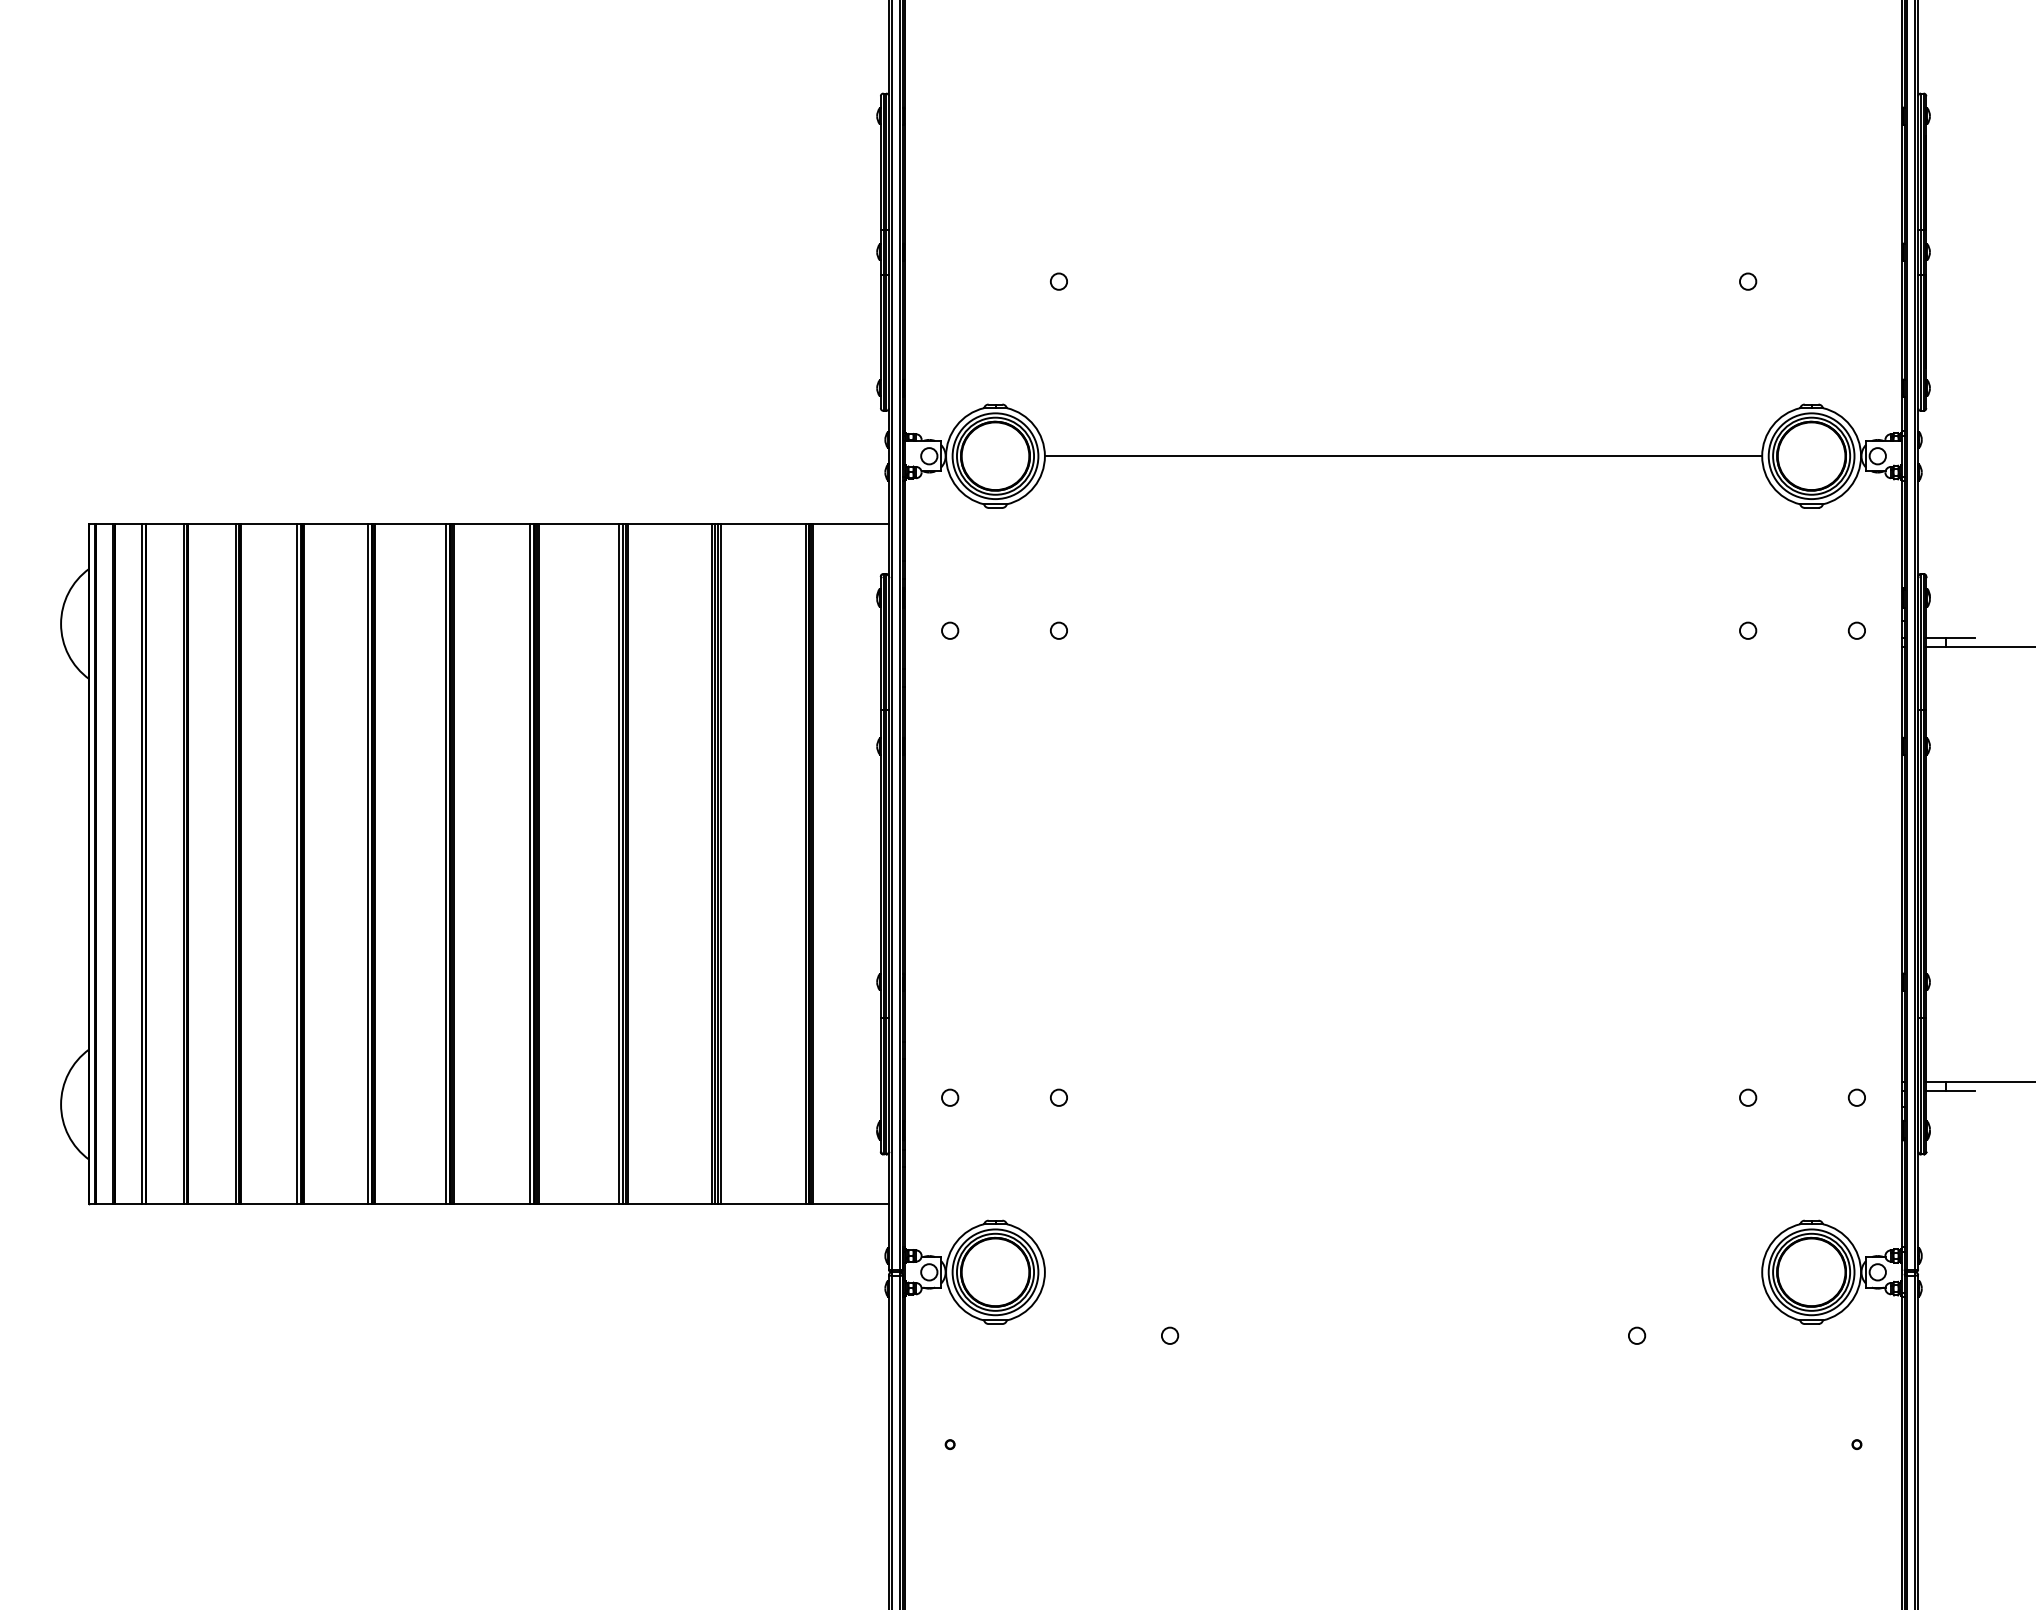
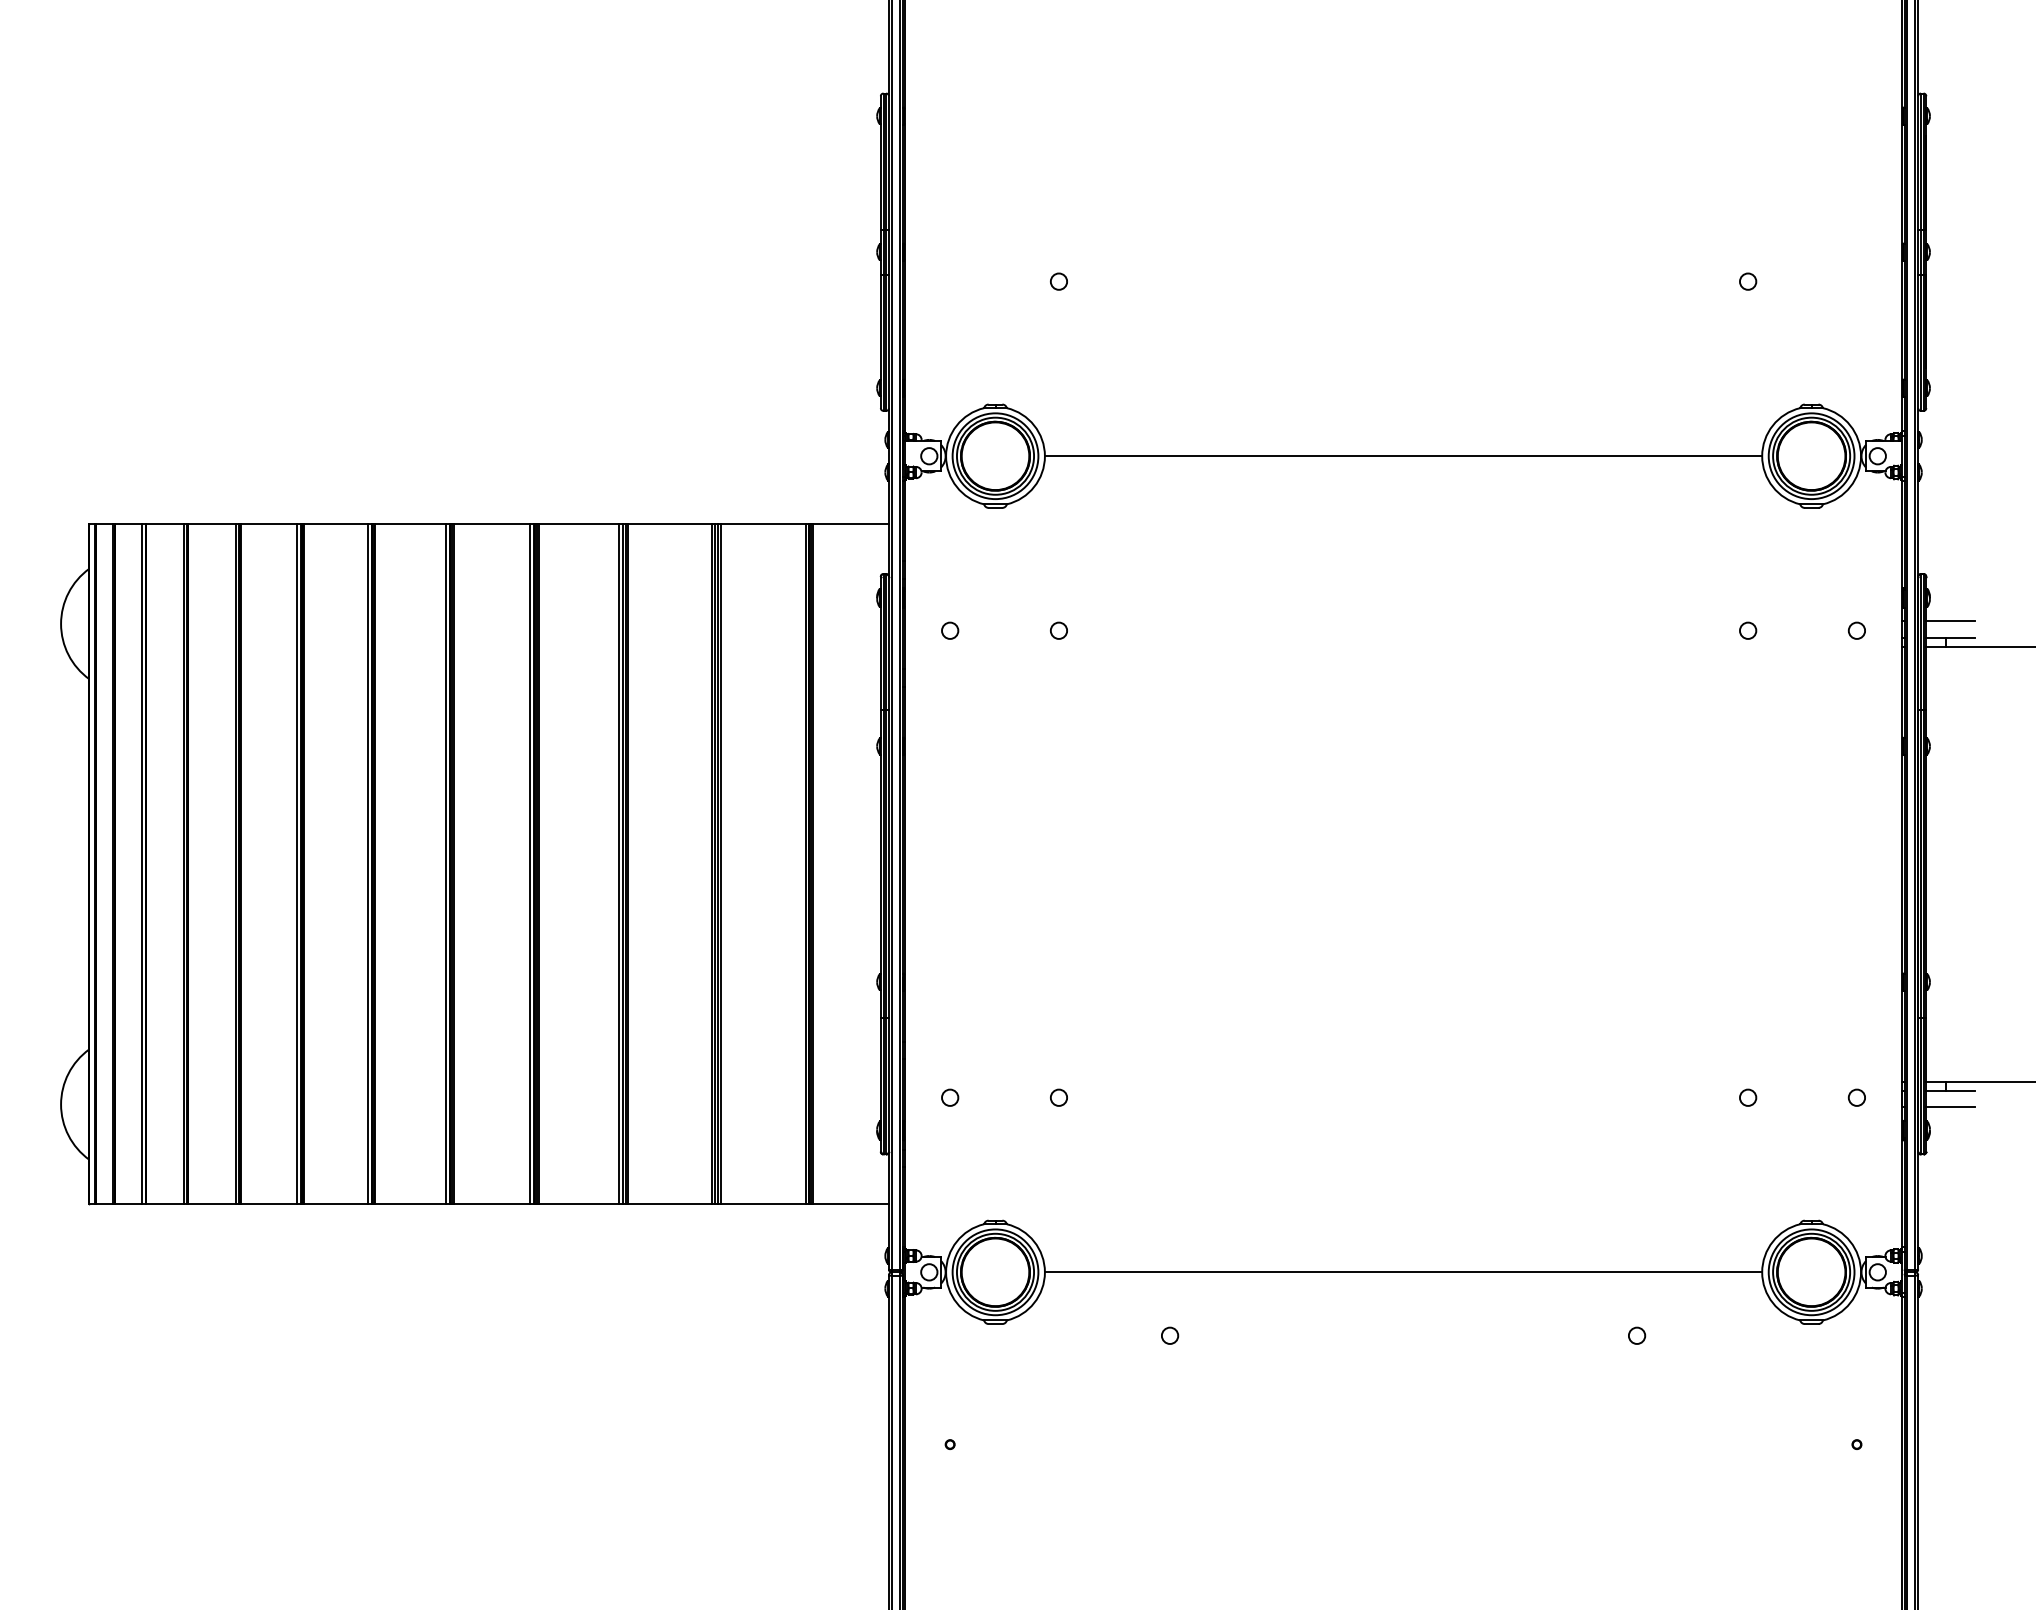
line at (1950, 621): none -> present
line at (1950, 1107): none -> present
line at (1403, 1272): none -> present
